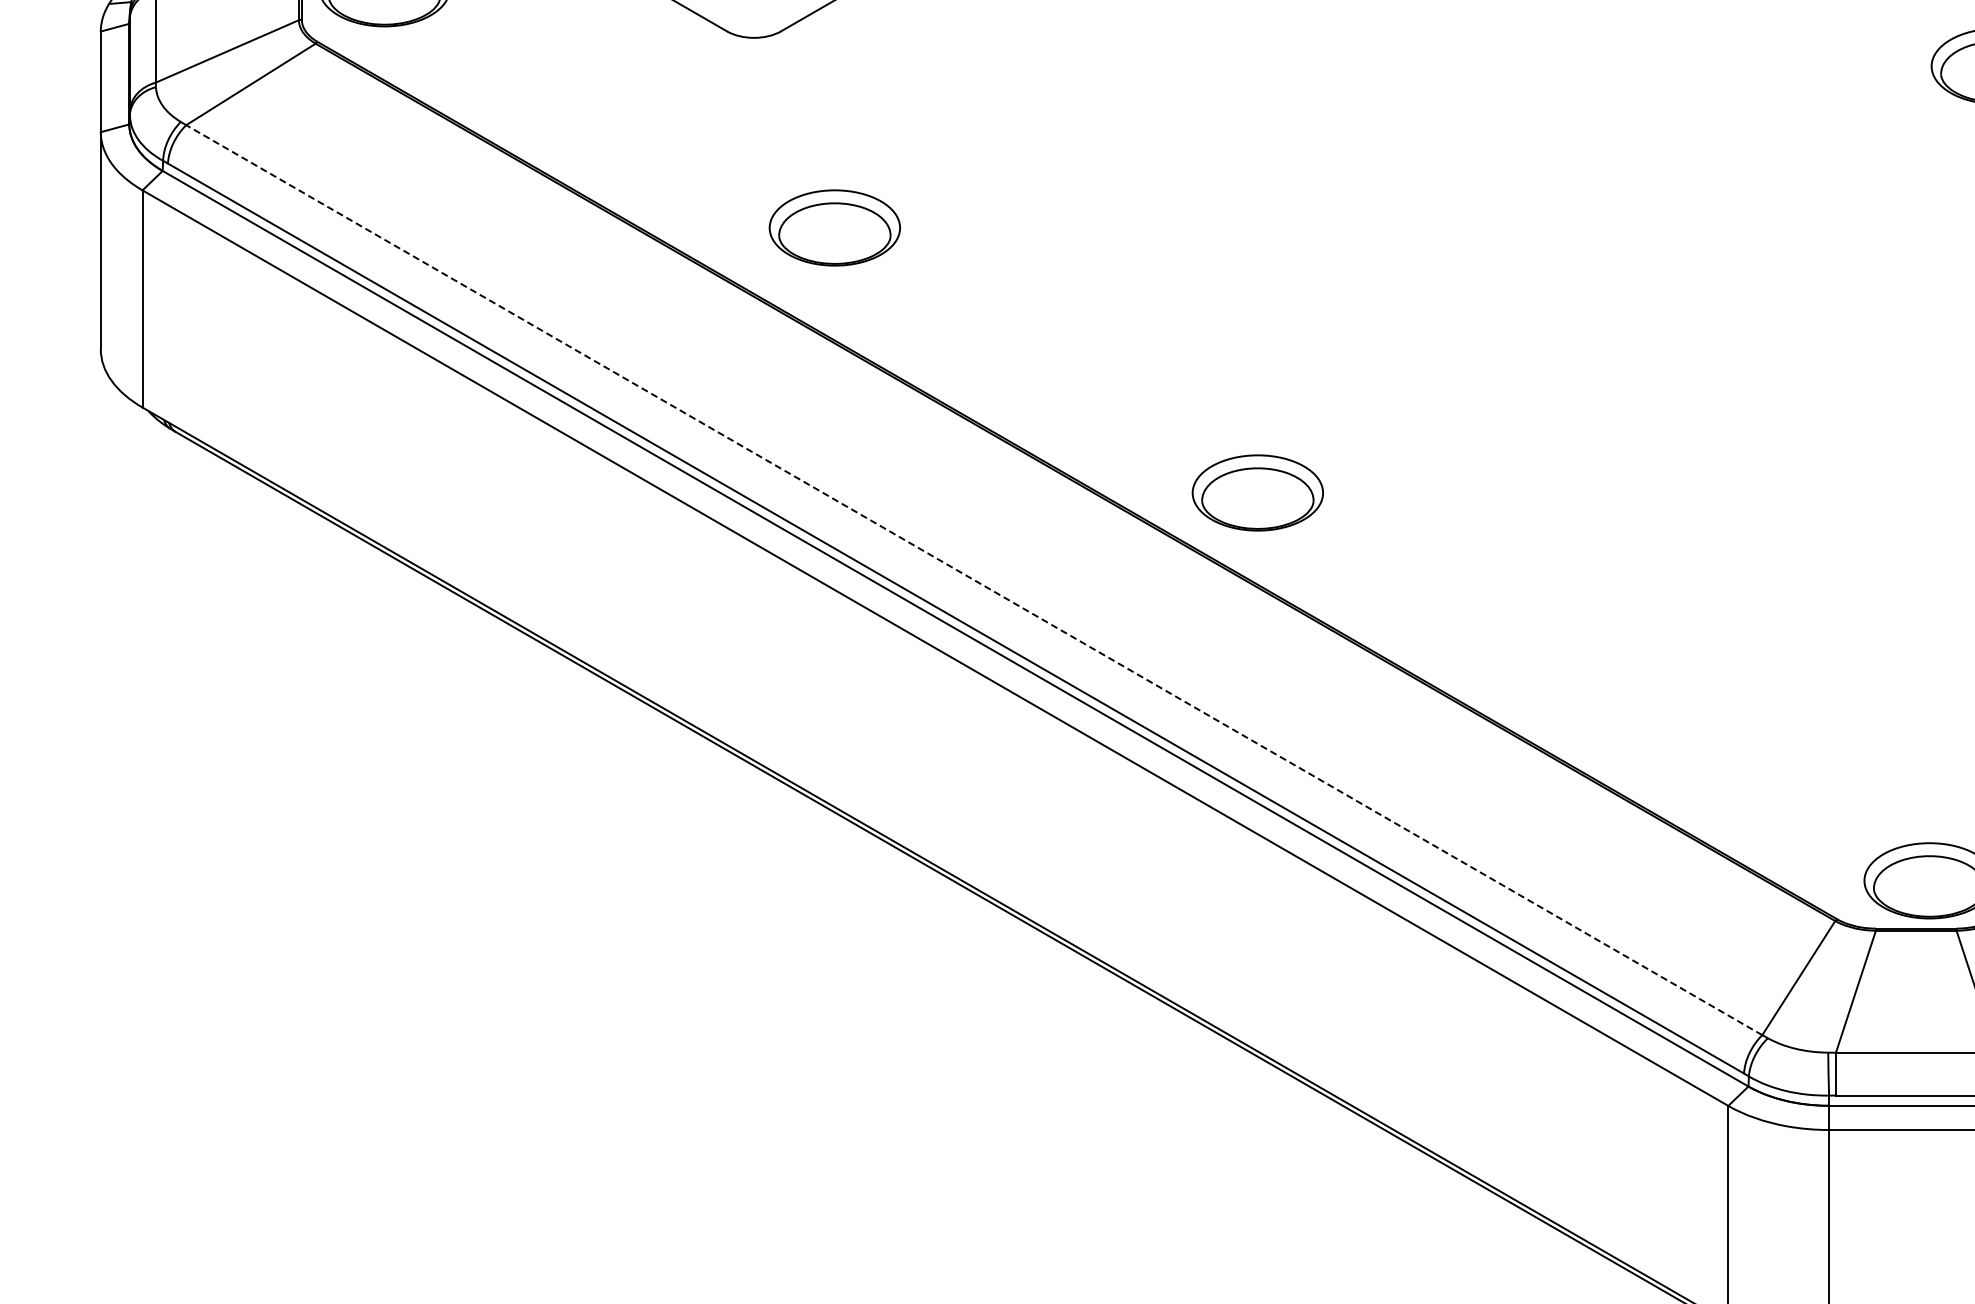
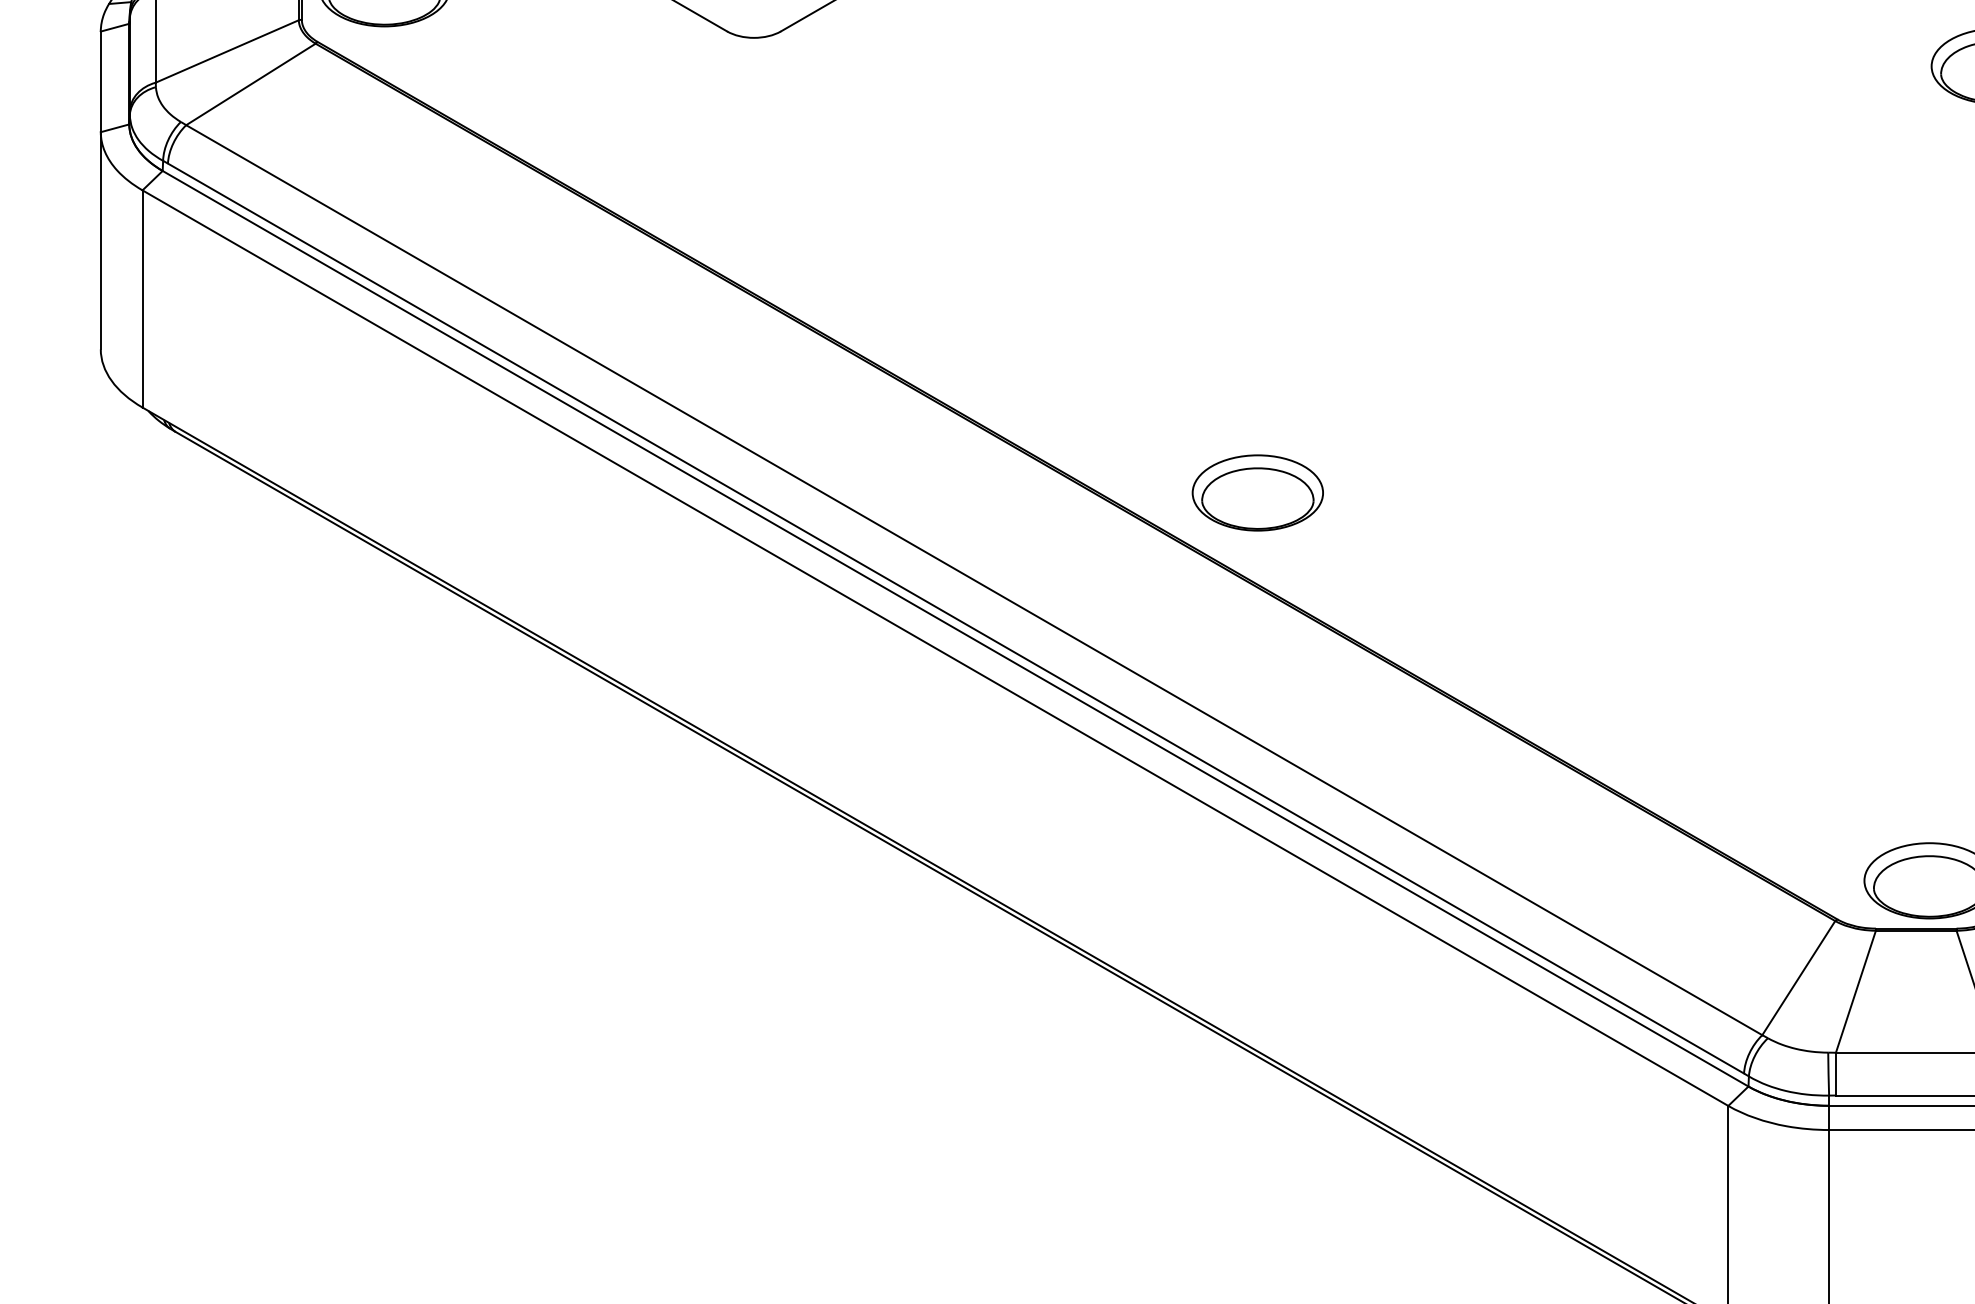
part at (834, 227): present -> none
line at (974, 580): dashed -> solid
